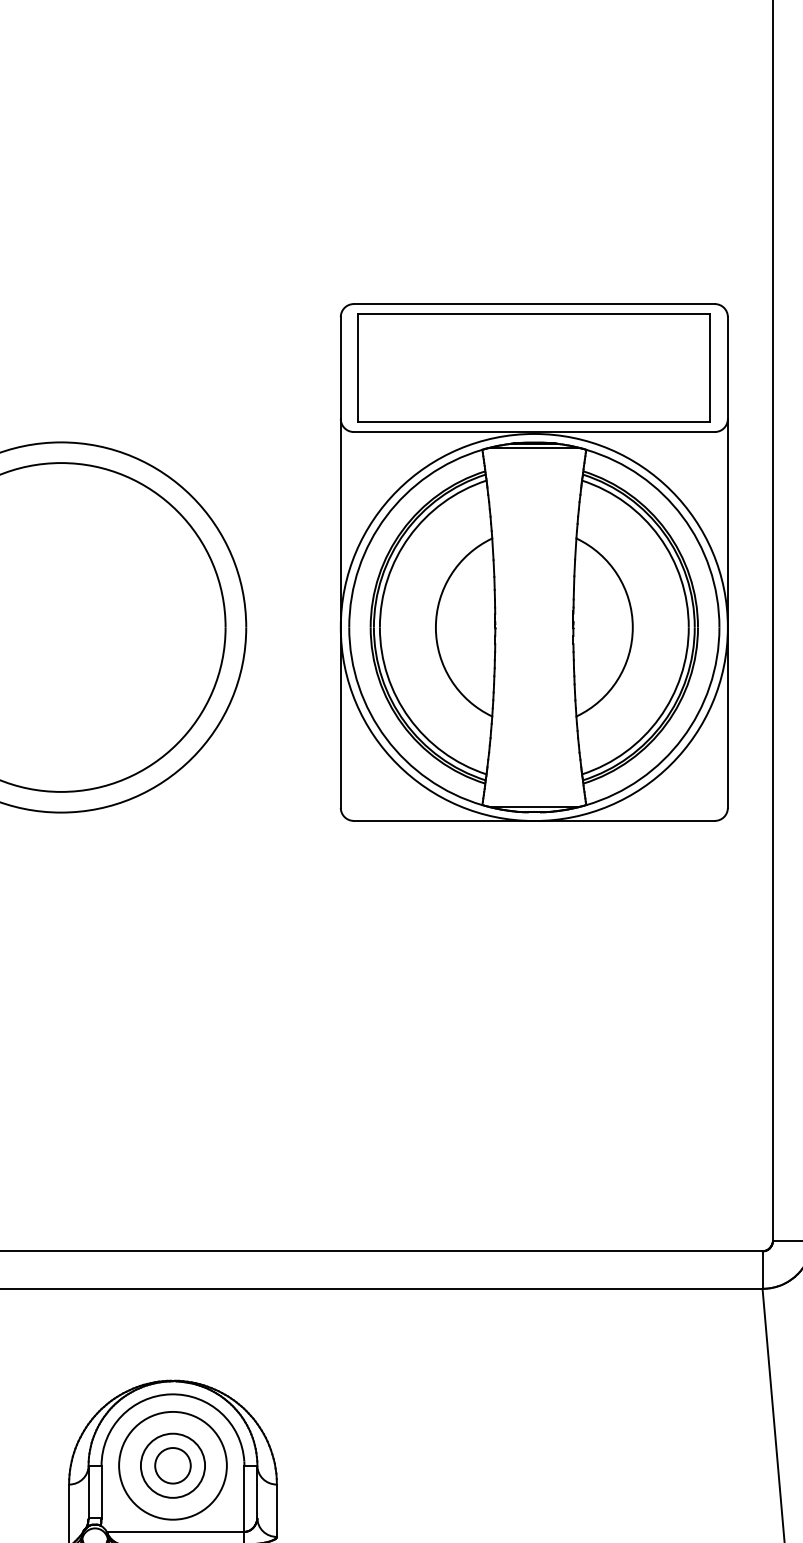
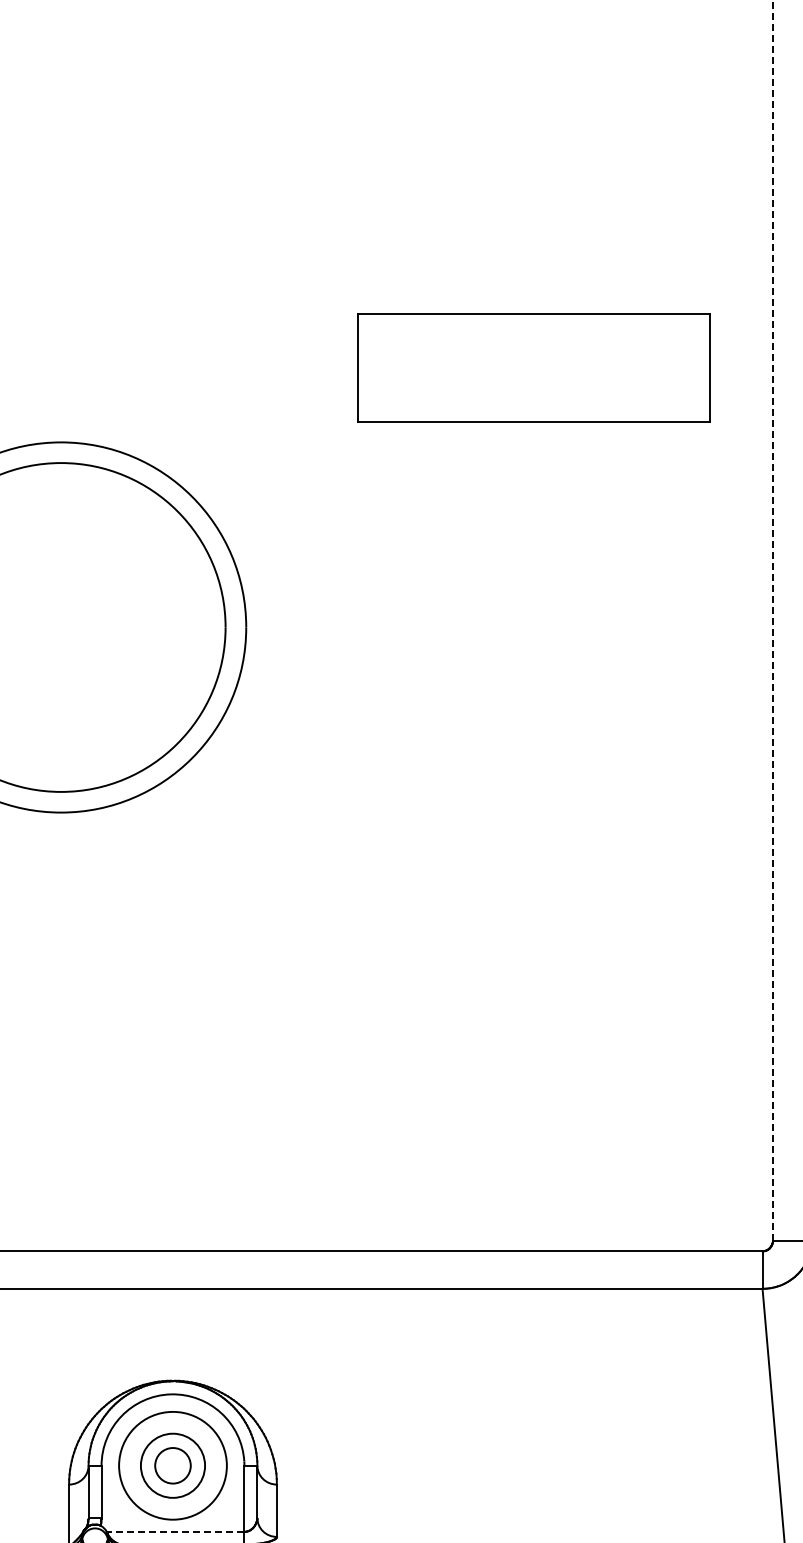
part at (533, 562): present -> none
line at (772, 619): solid -> dashed
line at (175, 1531): solid -> dashed
